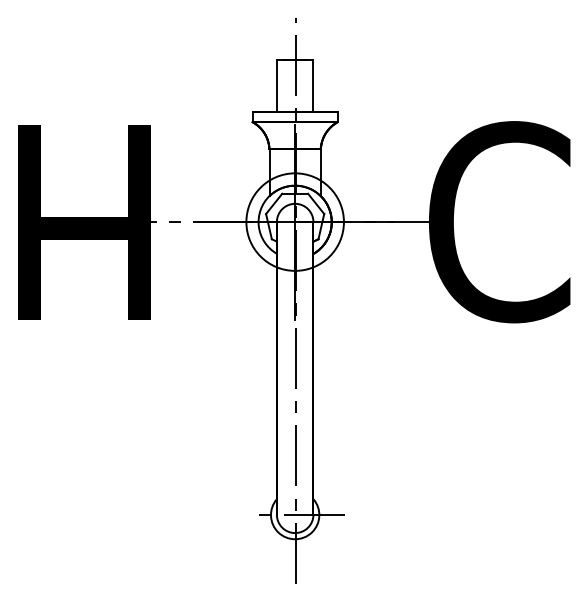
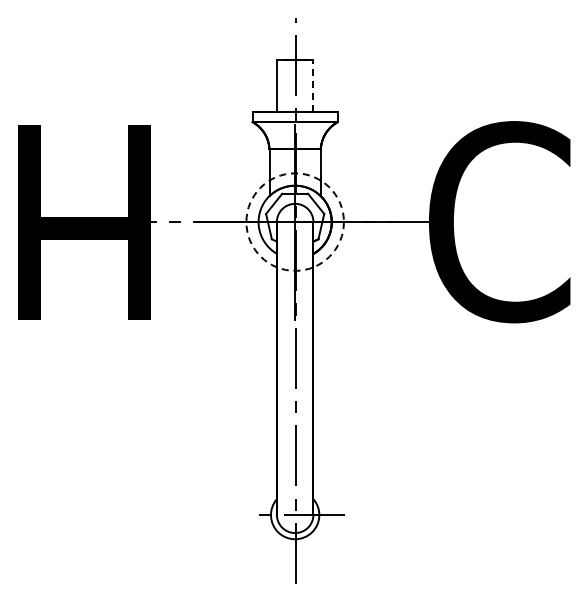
line at (313, 85): solid -> dashed
circle at (294, 221): solid -> dashed
